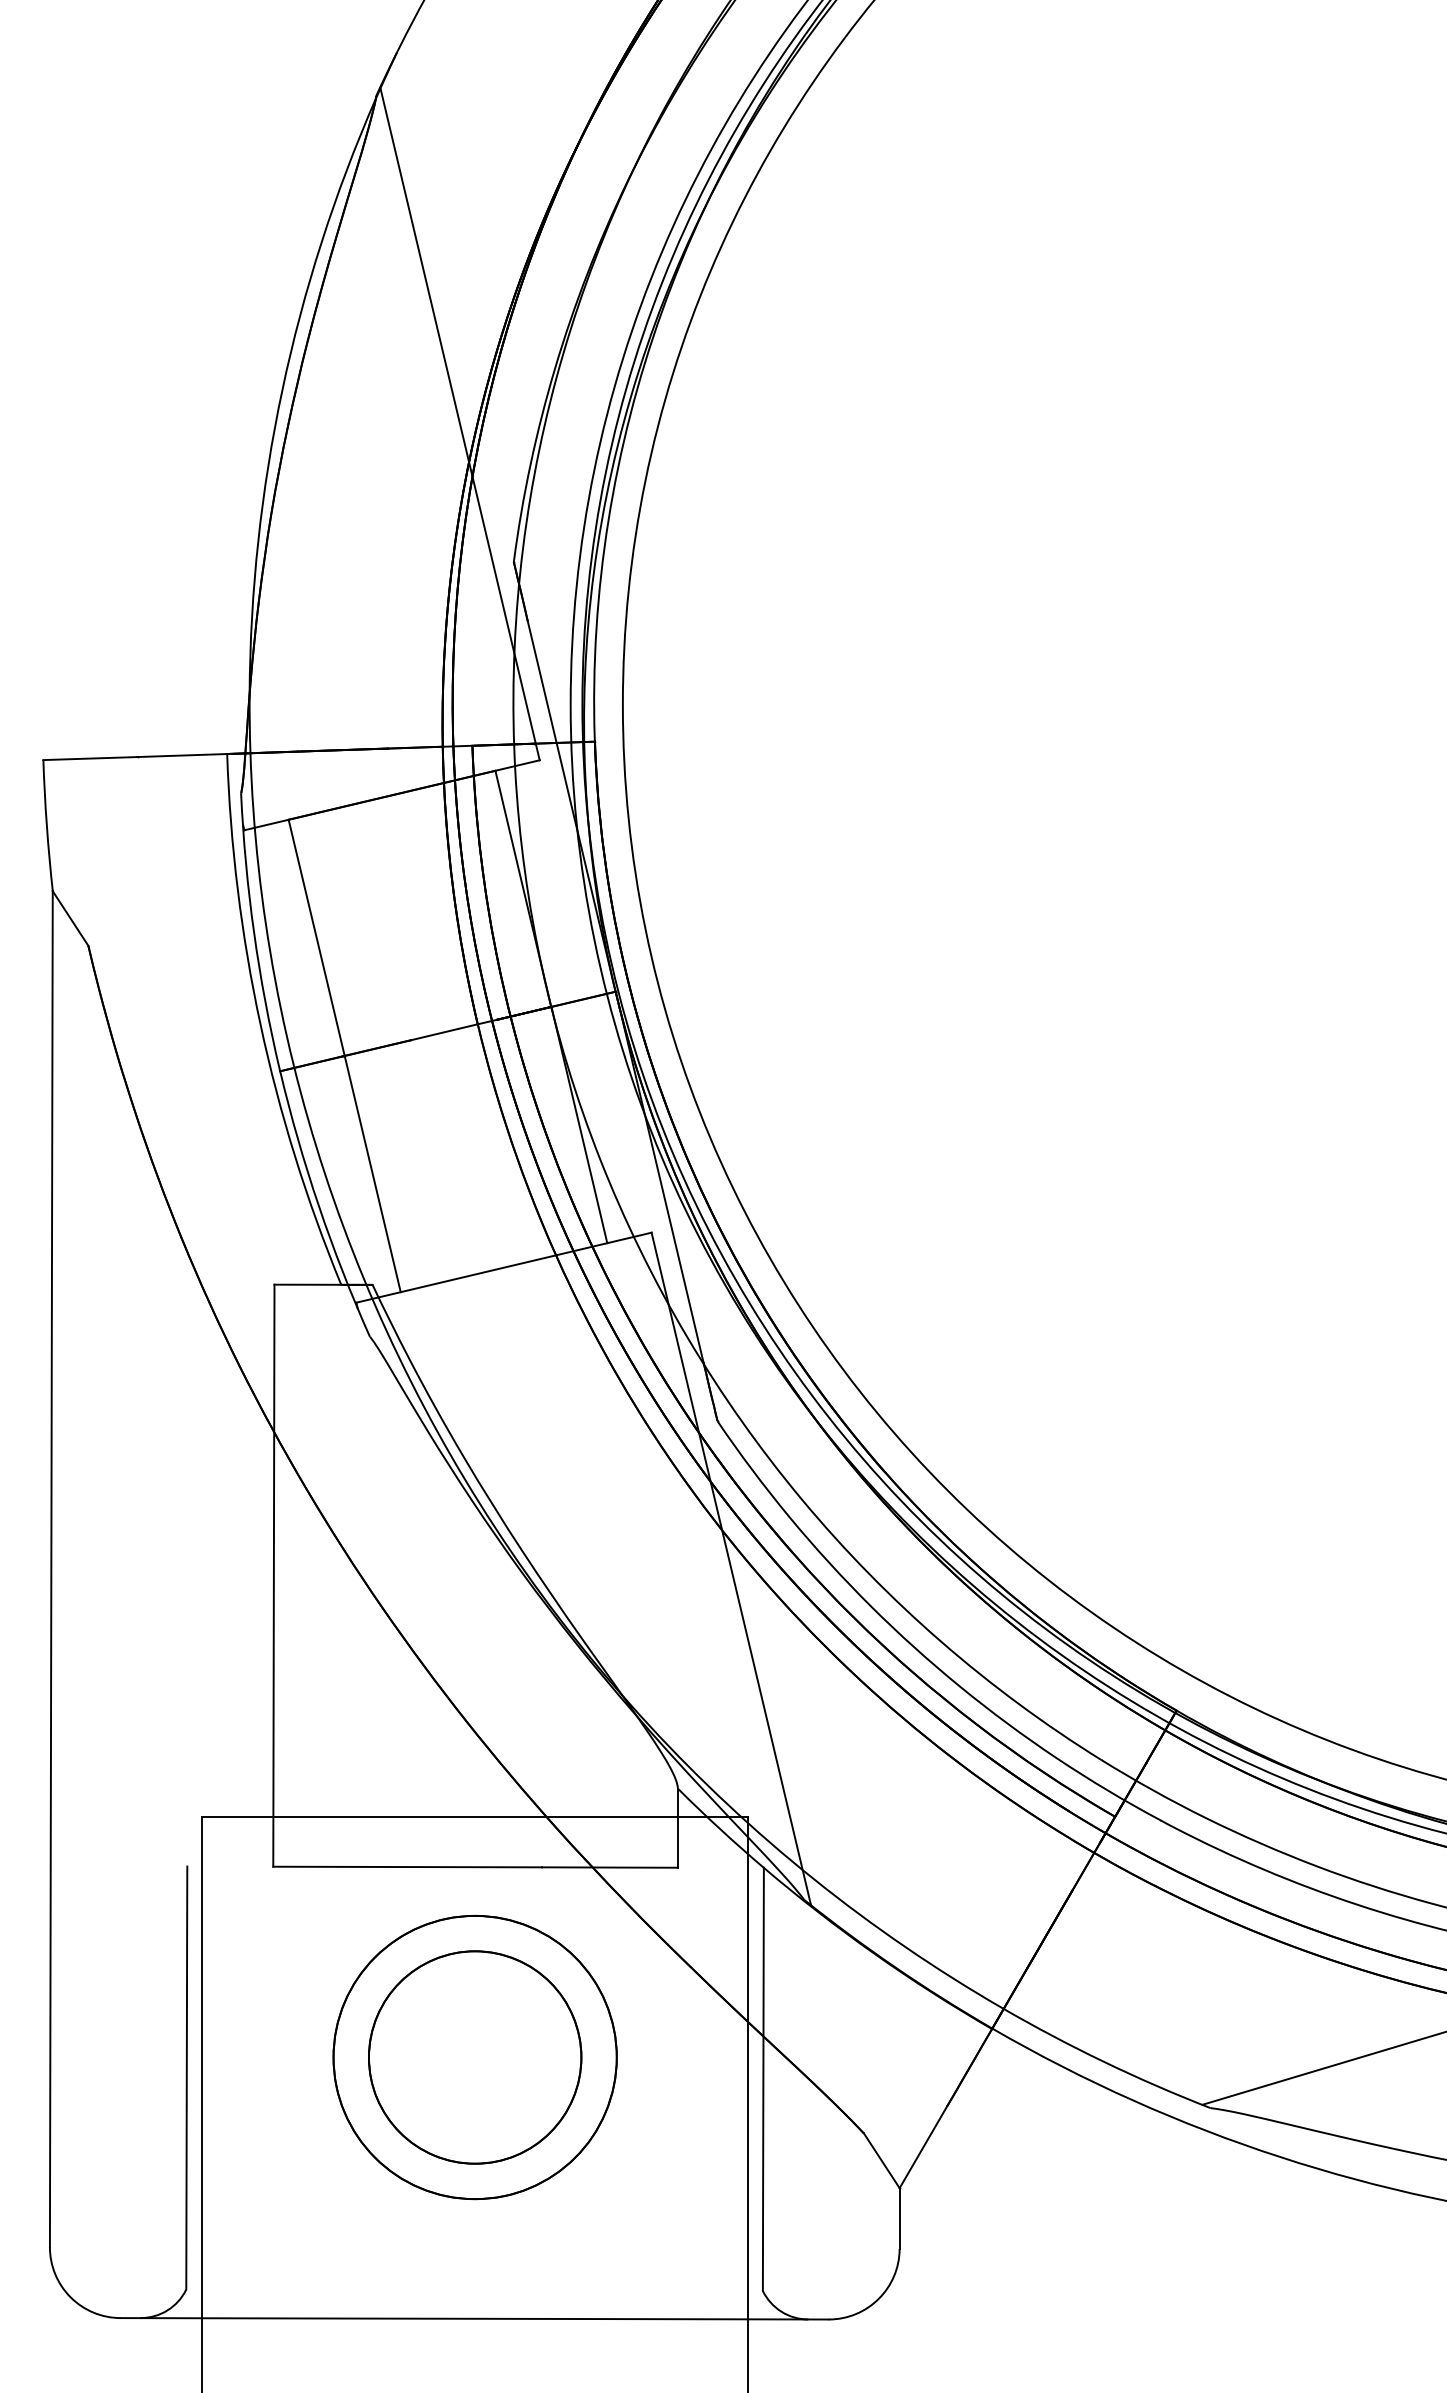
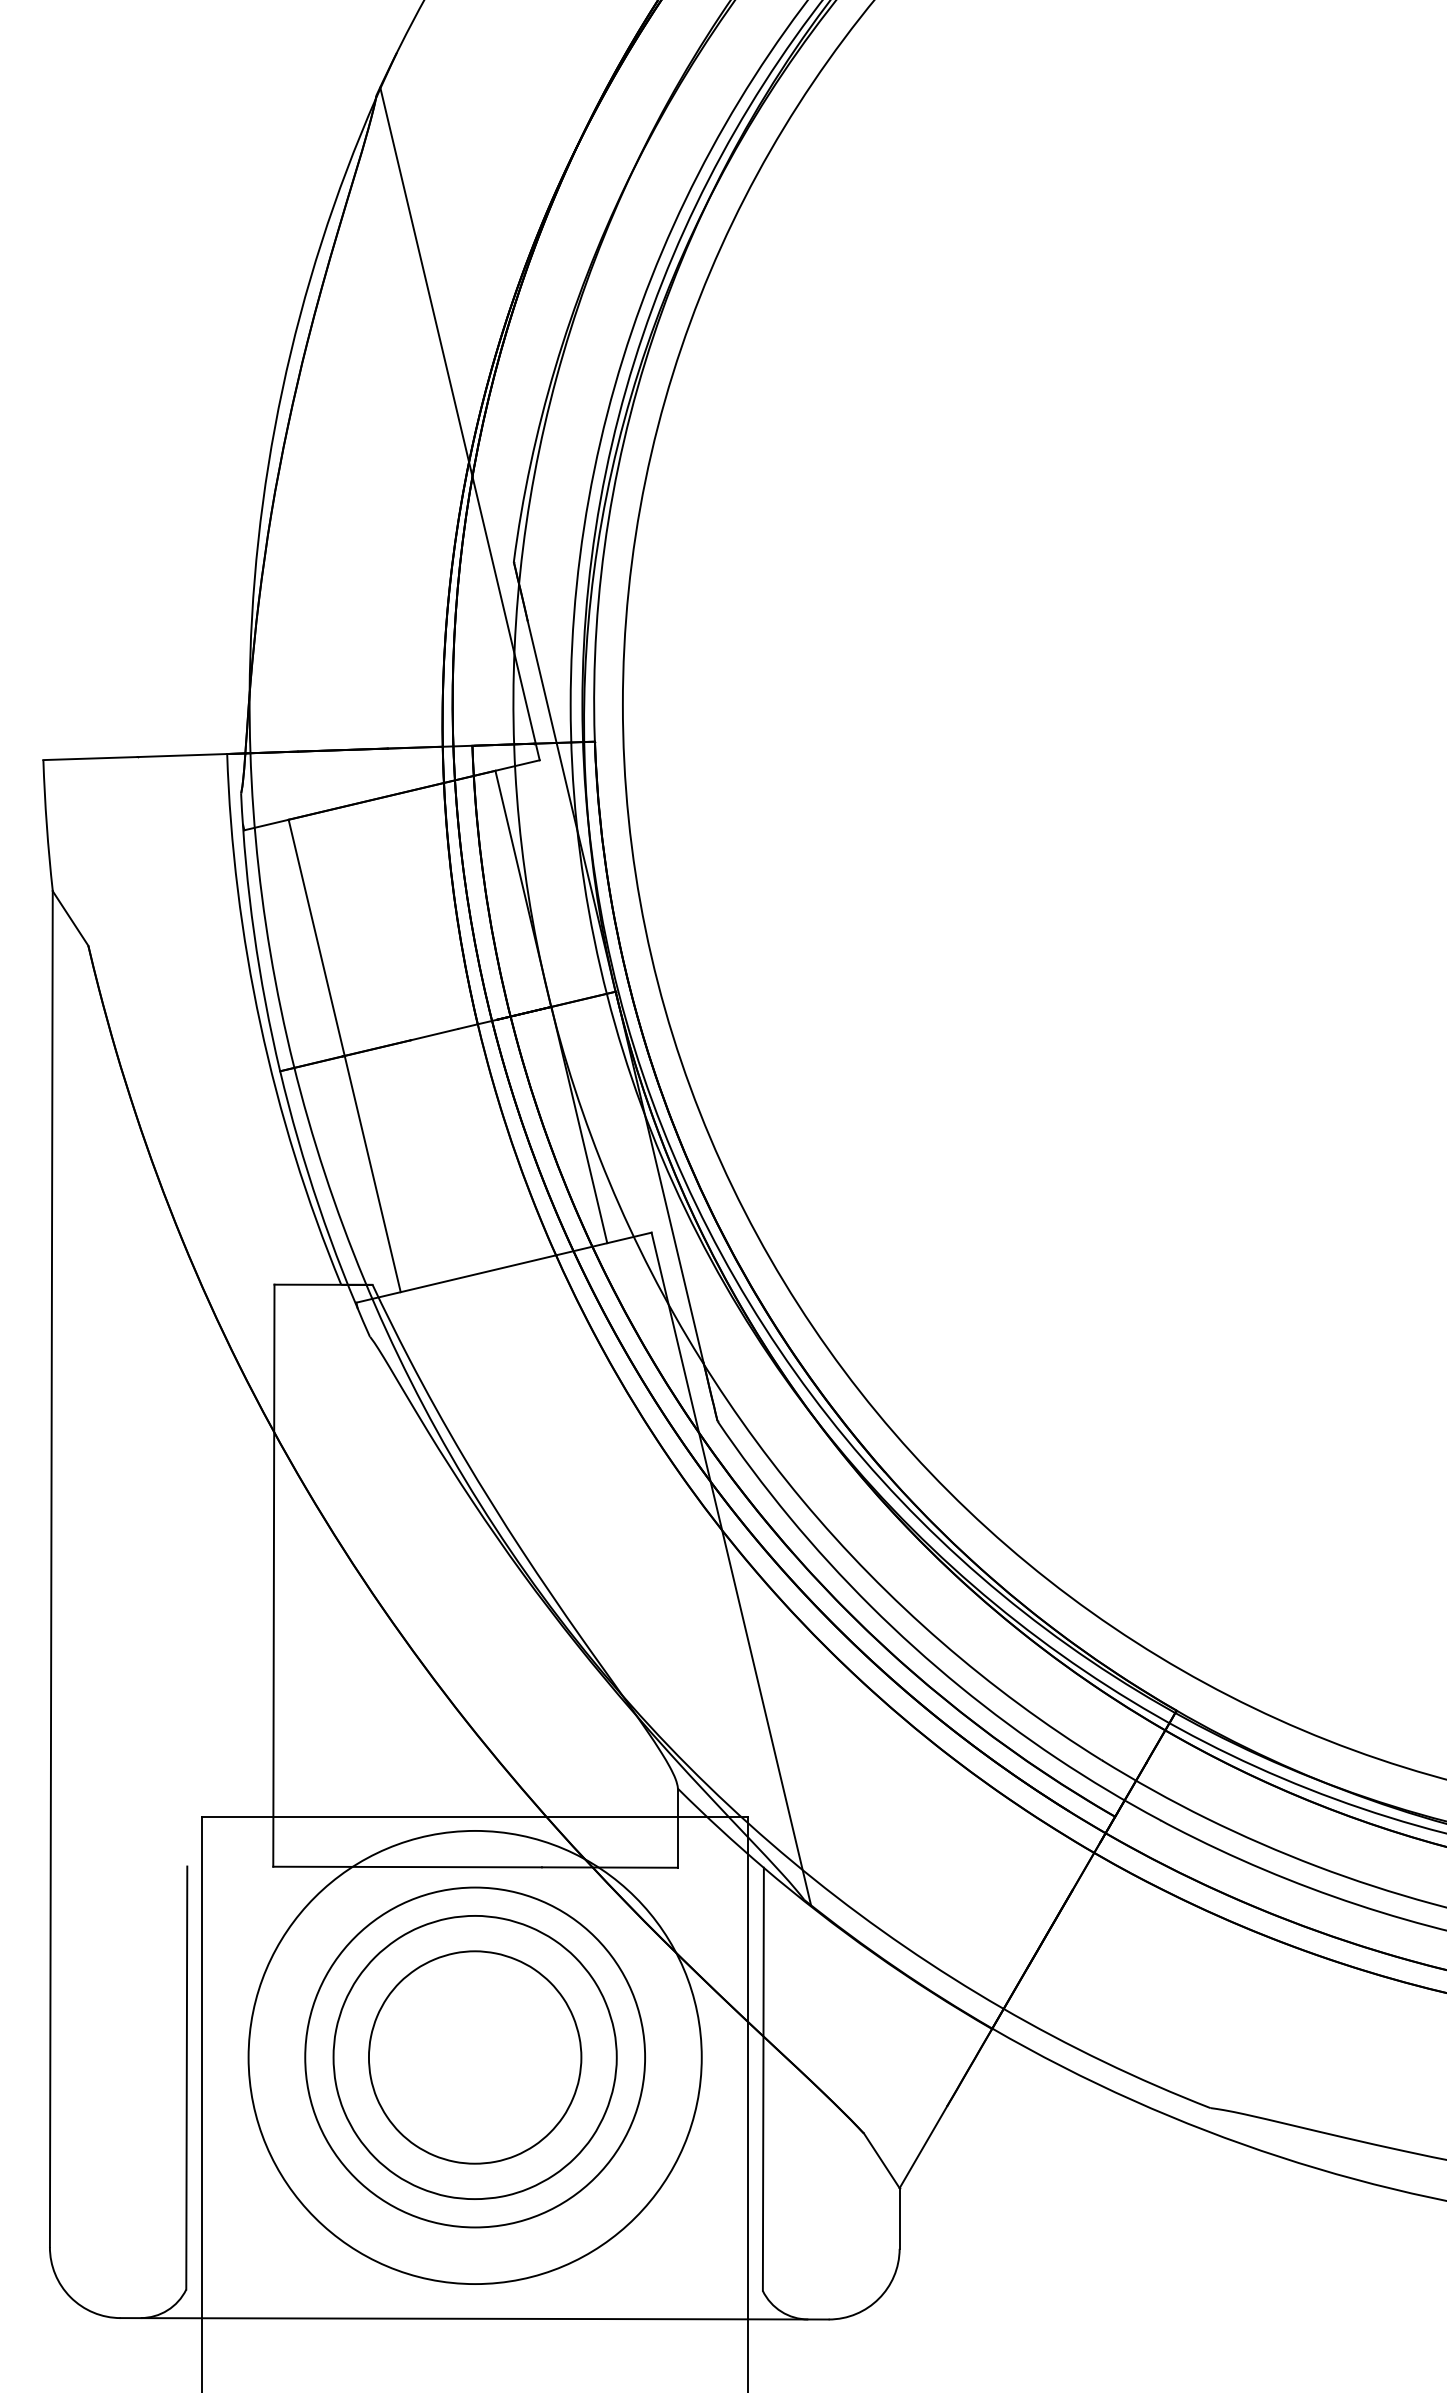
circle at (474, 2057) diameter: 212 px -> 340 px
circle at (474, 2057) diameter: 283 px -> 453 px
line at (1322, 2068): present -> none
